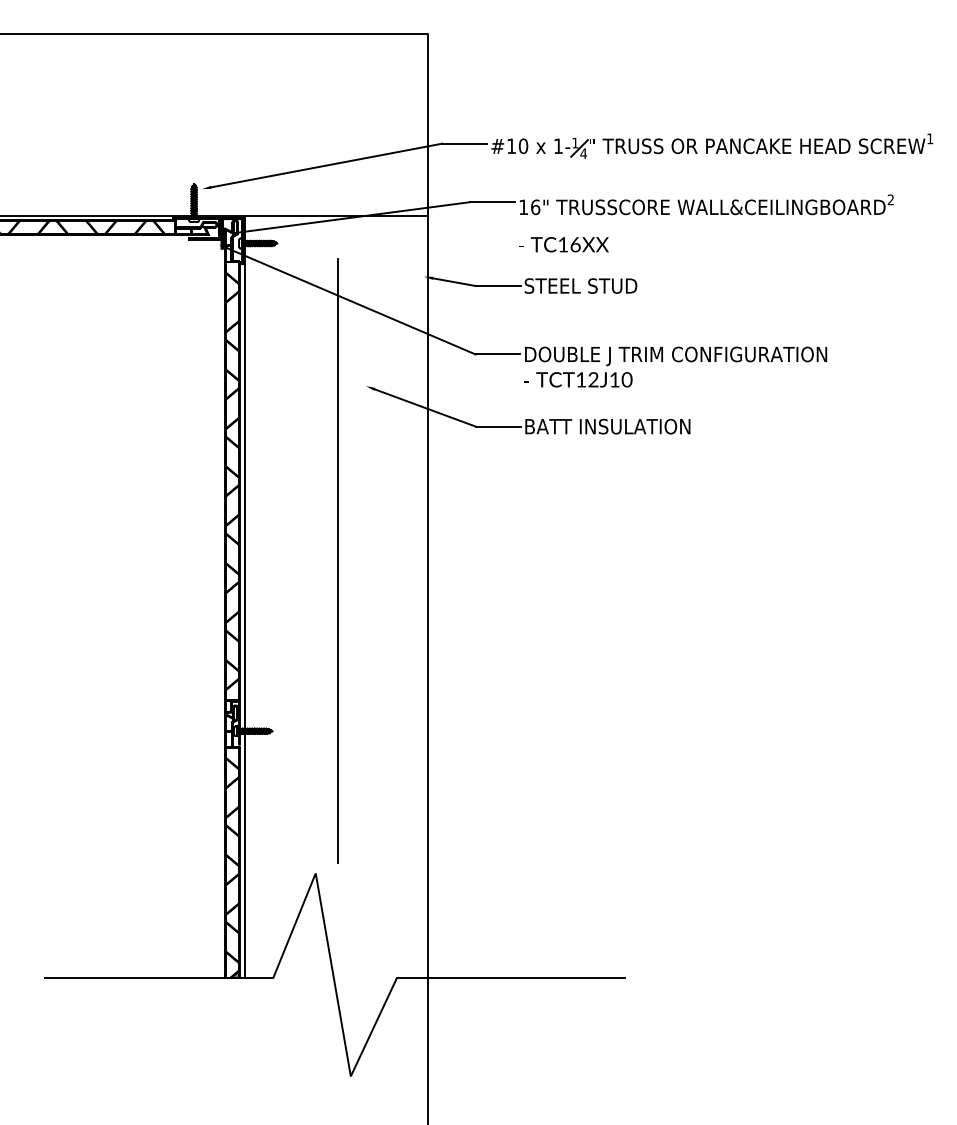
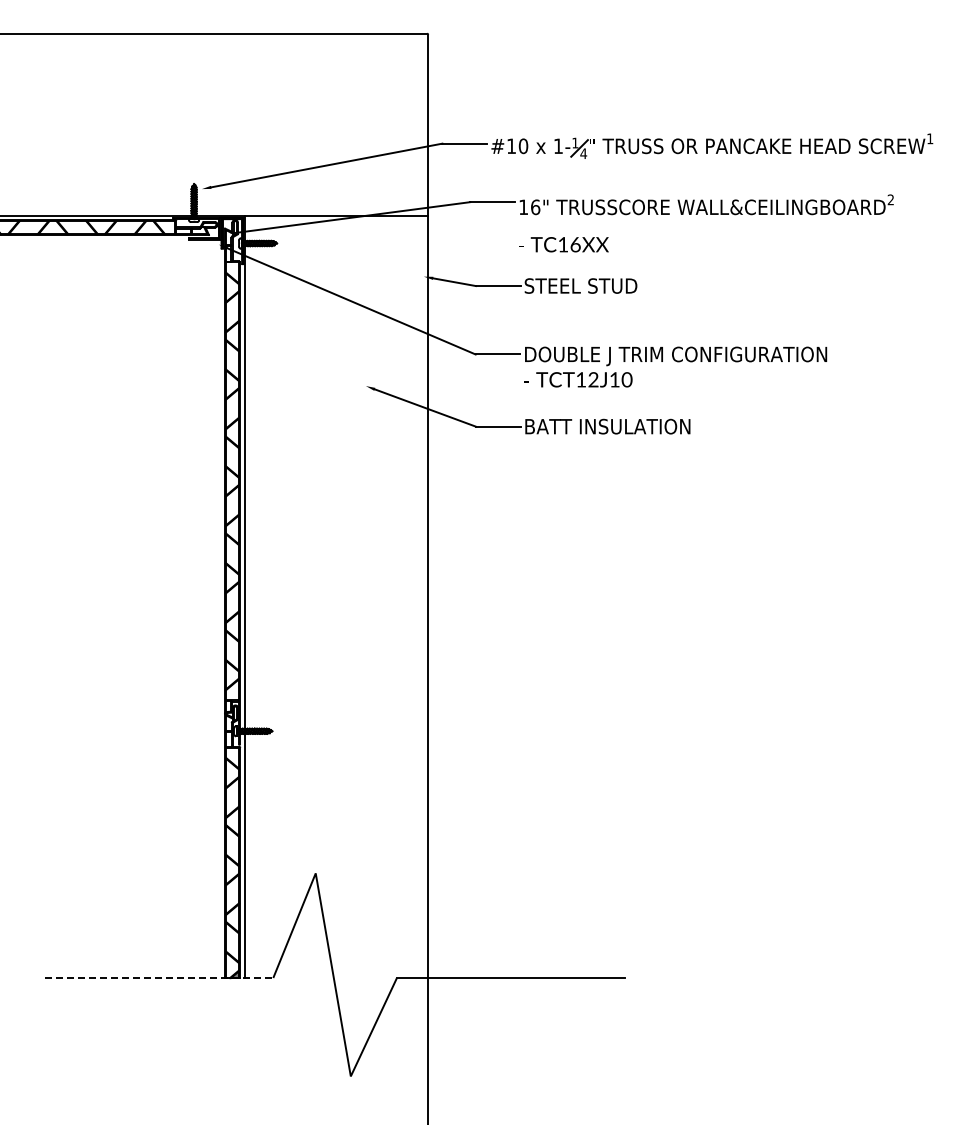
line at (338, 560): present -> none
line at (159, 978): solid -> dashed
